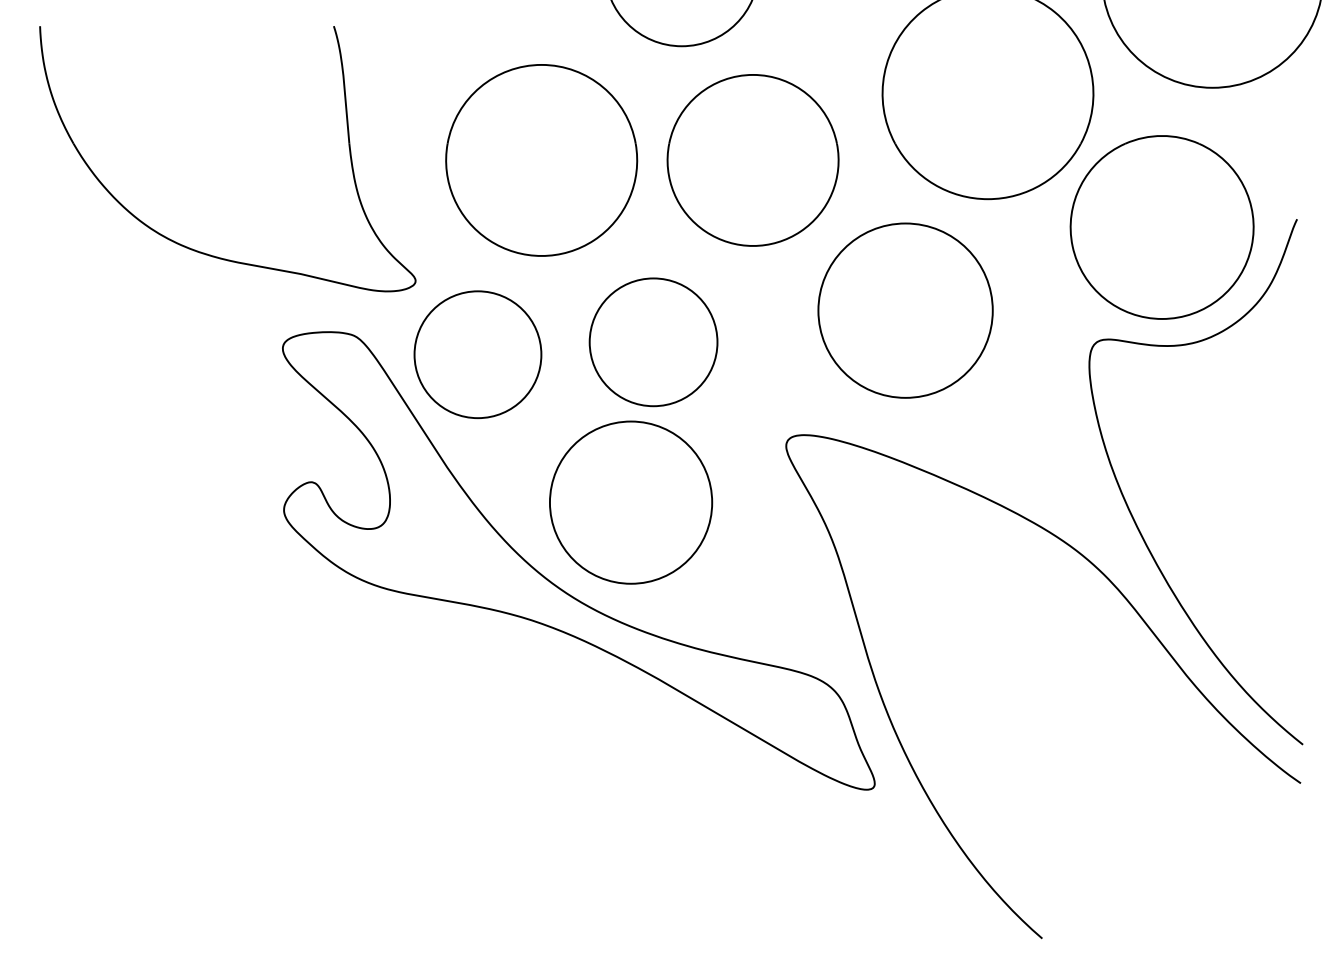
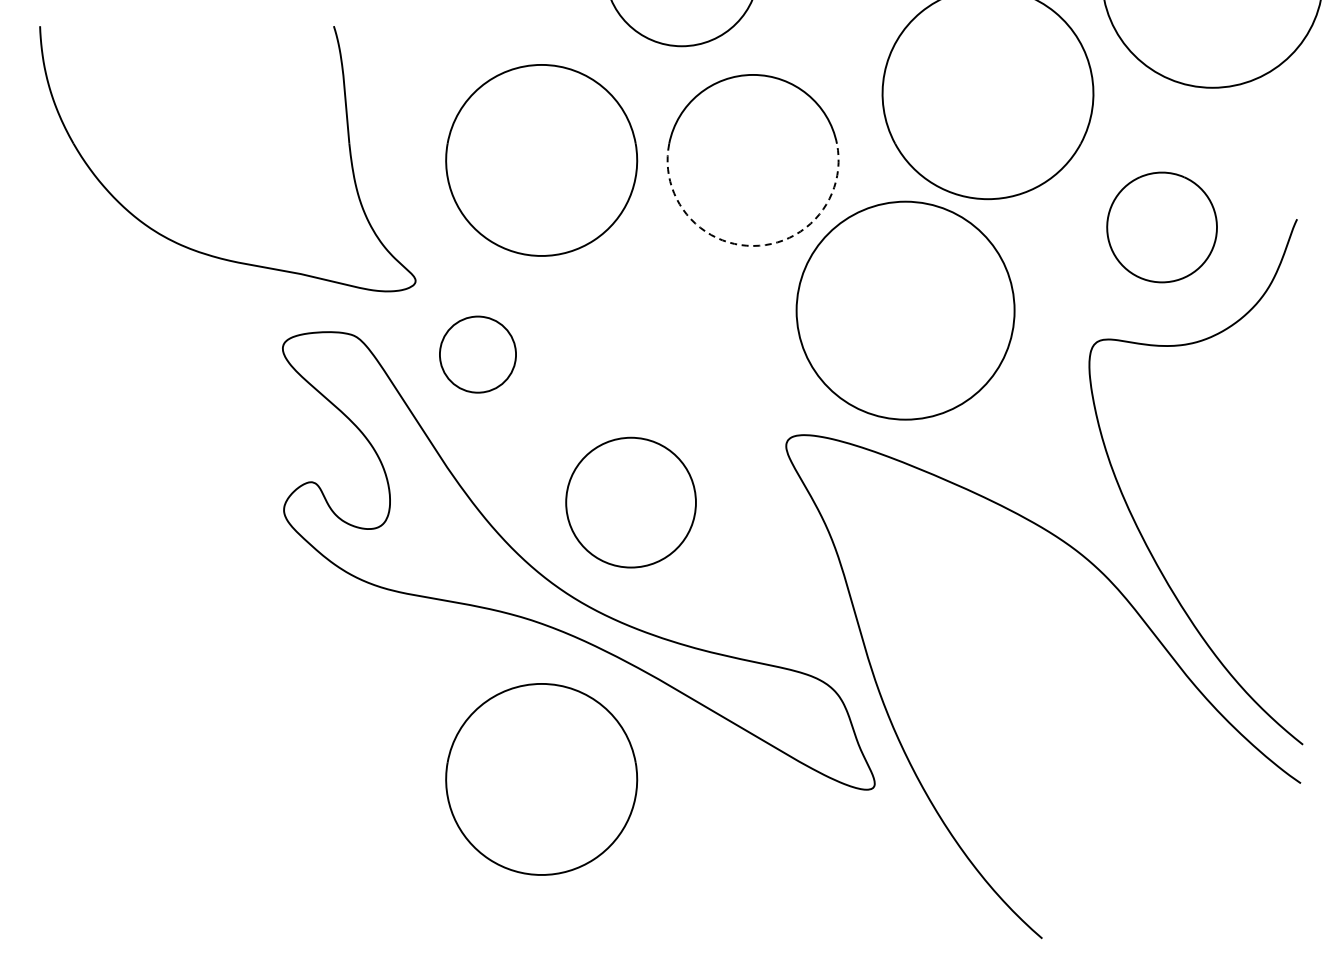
part at (1161, 227) size: 186x185 px -> 112x113 px
arc at (753, 245): solid -> dashed
circle at (905, 310) diameter: 174 px -> 218 px
circle at (653, 342): present -> none
circle at (477, 354) size: 130x129 px -> 78x79 px
circle at (630, 502) diameter: 162 px -> 130 px
part at (541, 779): none -> present
